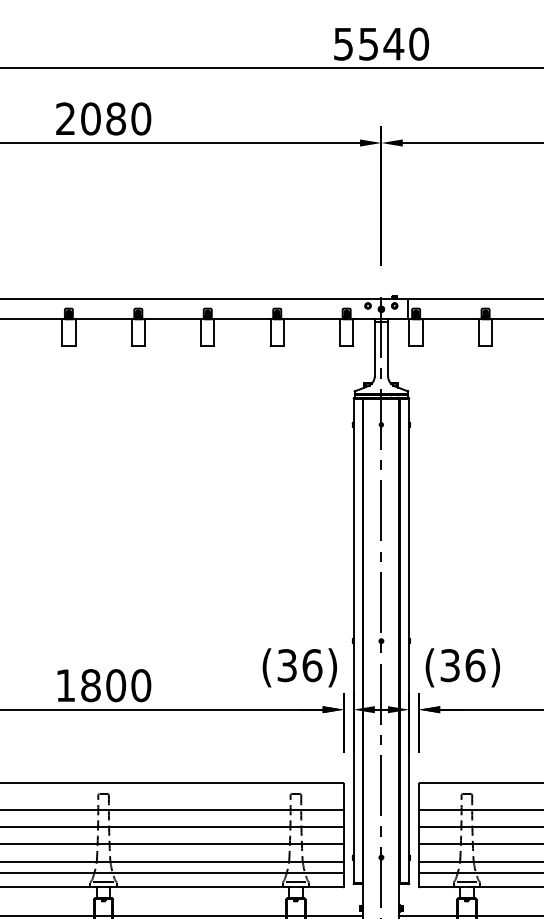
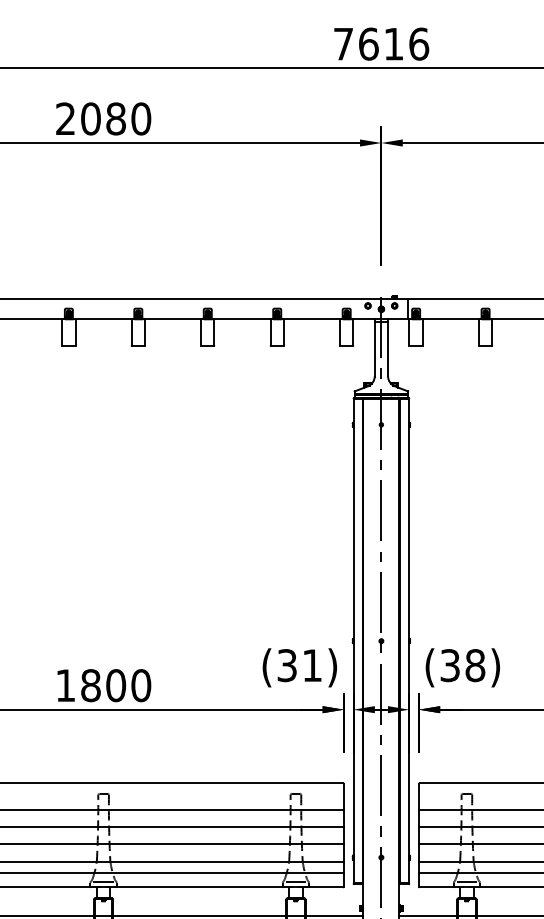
text at (381, 43): 5540 -> 7616
text at (312, 665): (36) -> (31)
text at (475, 665): (36) -> (38)
